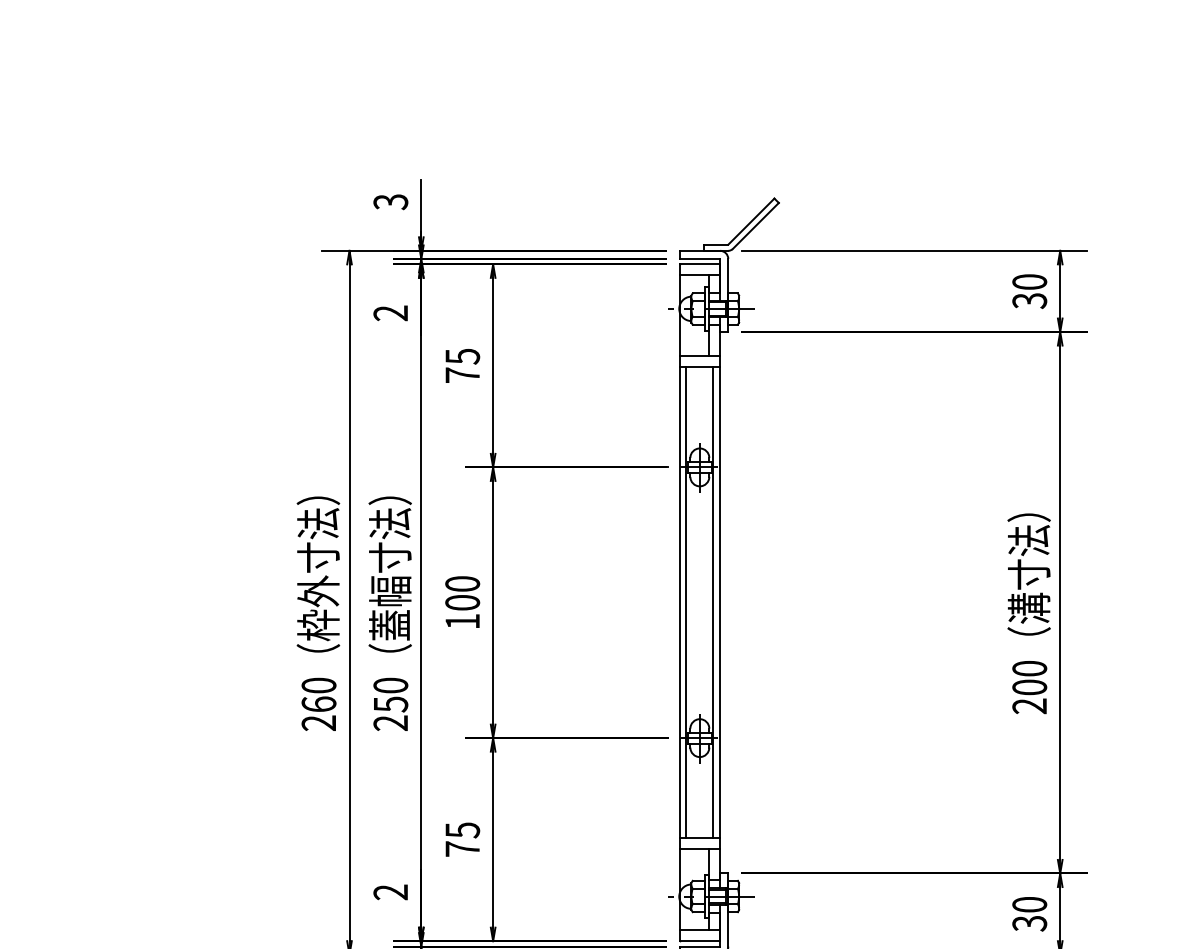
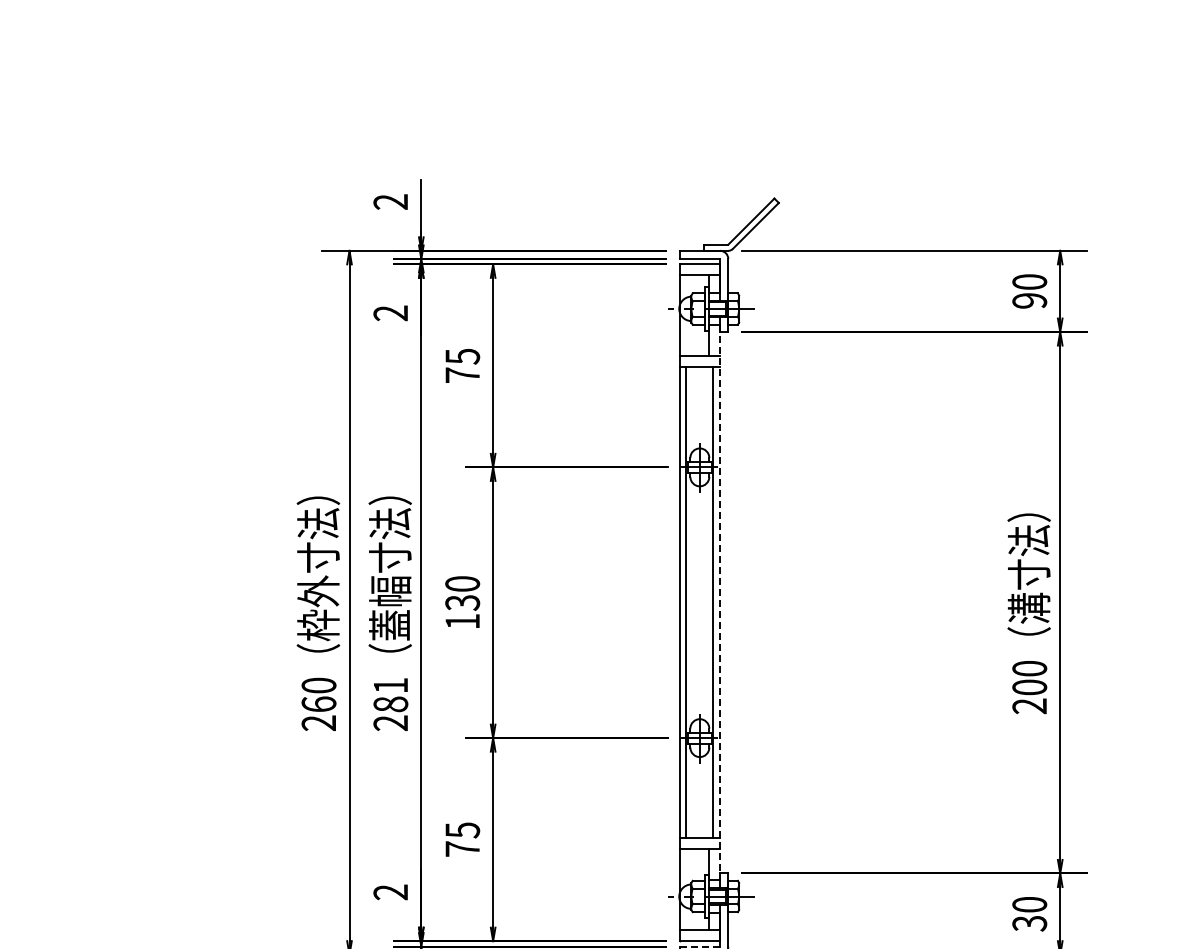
text at (391, 202): 3 -> 2
text at (1029, 301): 30 -> 90
text at (462, 602): 100 -> 130
line at (720, 603): solid -> dashed
text at (390, 694): 250 -> 281
line at (699, 946): solid -> dashed
